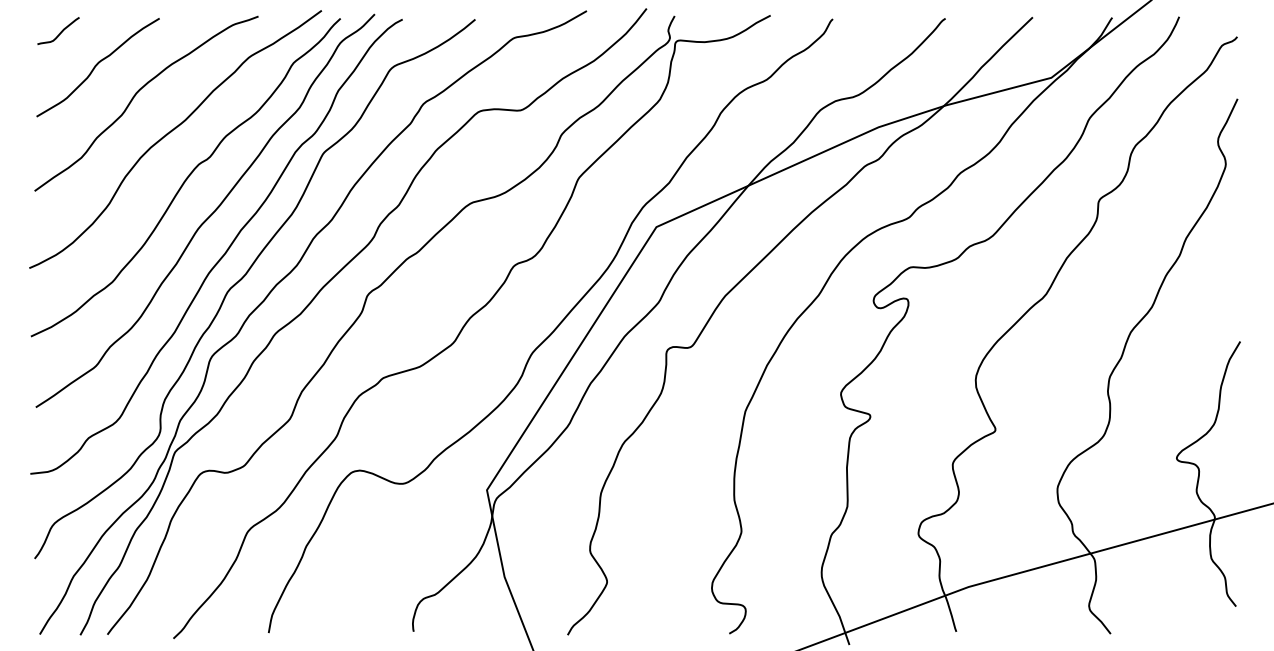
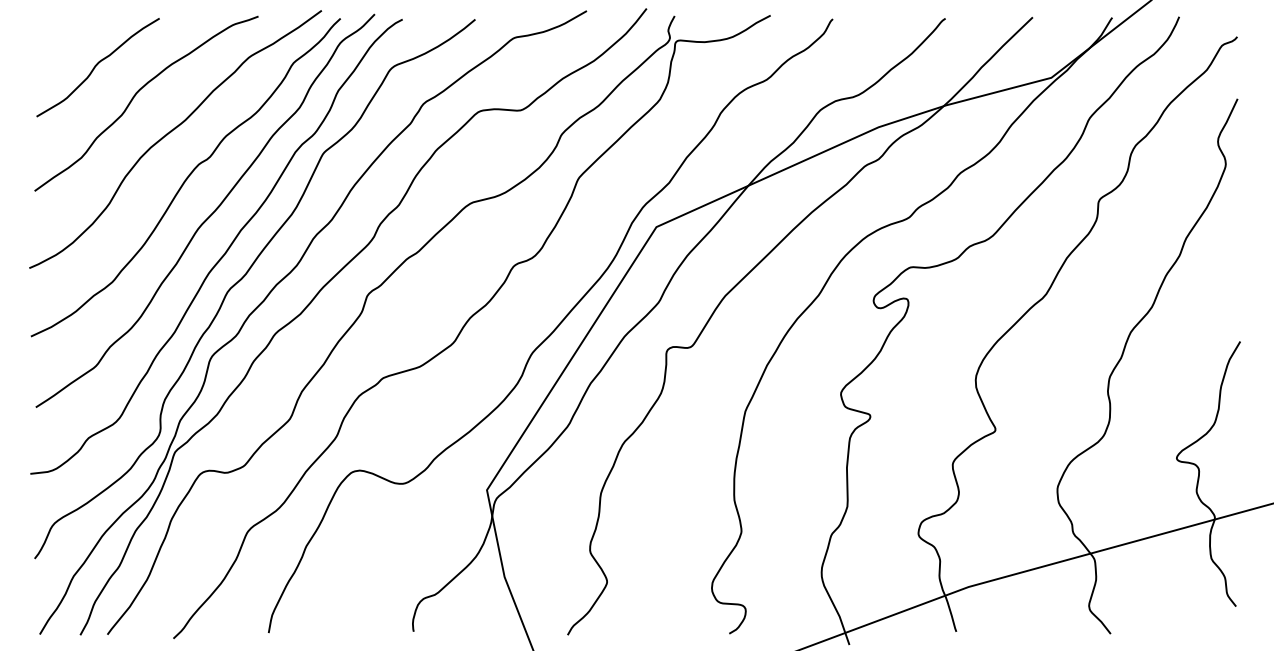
curve at (60, 31): present -> none
